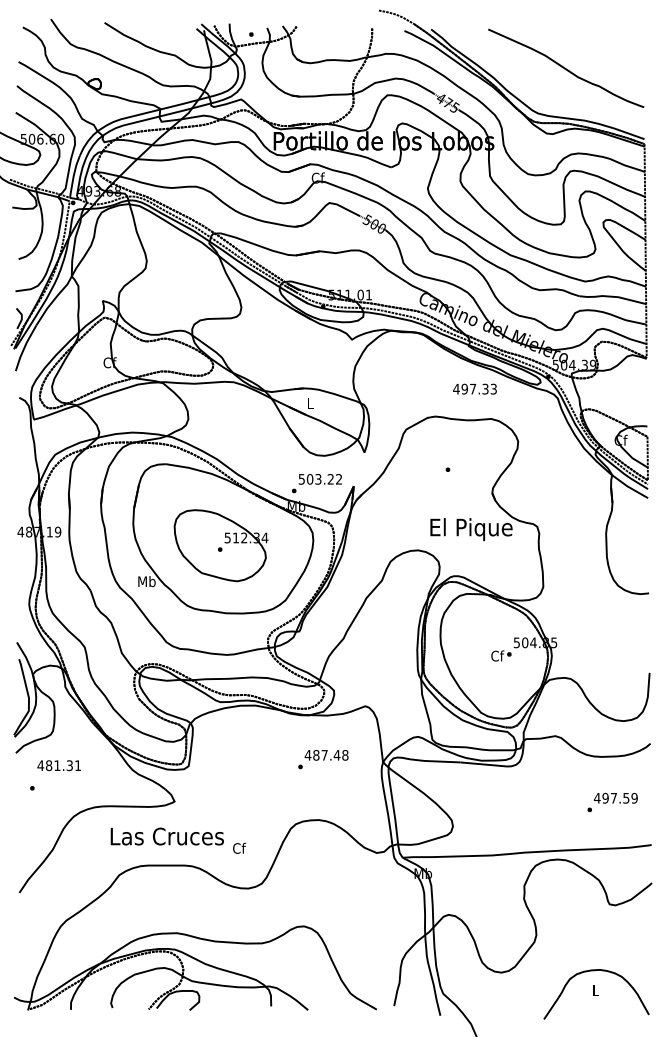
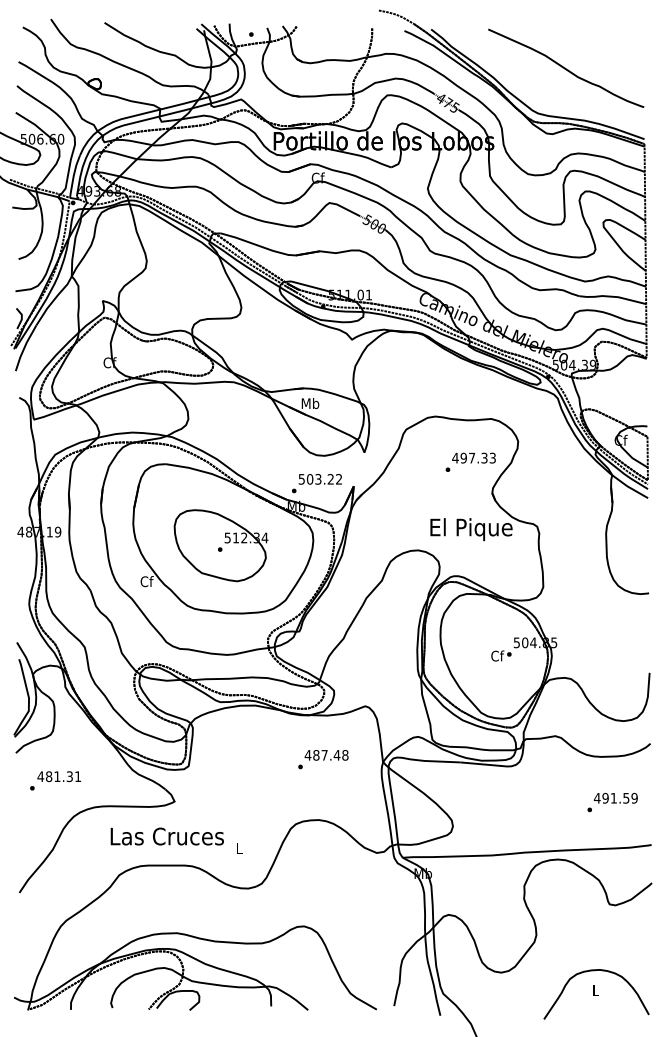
text at (474, 388) position: (474, 388) -> (473, 457)
text at (310, 403): L -> Mb
text at (146, 581): Mb -> Cf
text at (58, 765) position: (58, 765) -> (58, 776)
text at (613, 798): 497.59 -> 491.59
text at (239, 847): Cf -> L
